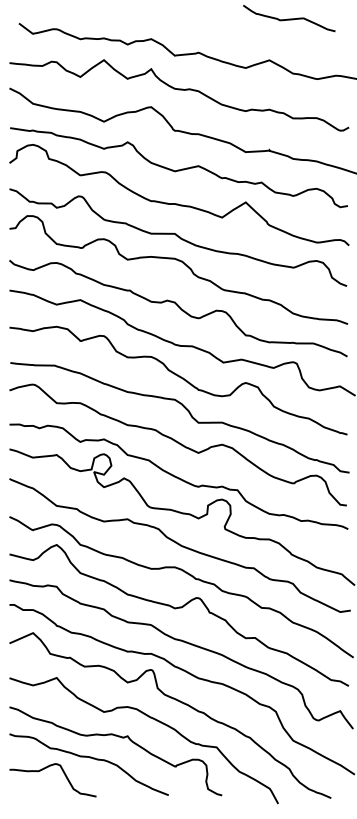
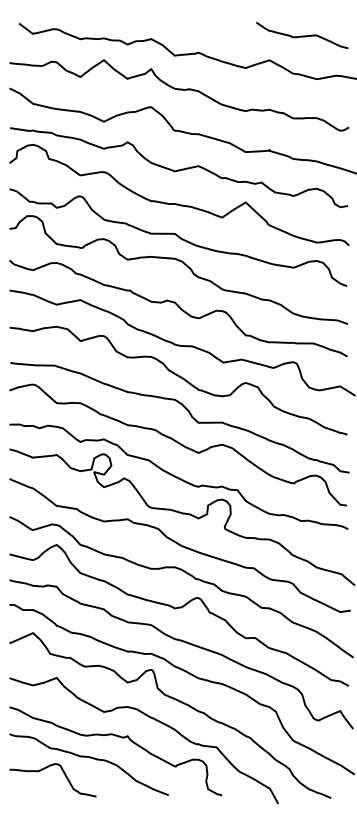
curve at (289, 18) position: (289, 18) -> (302, 35)
